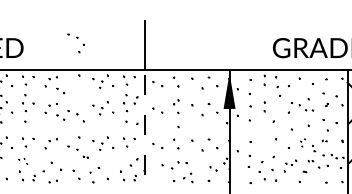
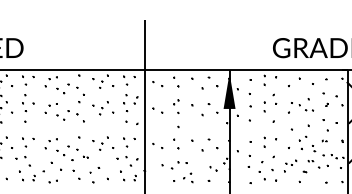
part at (75, 43) position: (75, 43) -> (75, 93)
part at (278, 90) position: (278, 90) -> (274, 98)
line at (144, 131): dashed -> solid
part at (264, 141): none -> present
part at (302, 142) size: 6x10 px -> 10x16 px
part at (64, 155): none -> present
part at (121, 157): none -> present
part at (23, 161) size: 11x7 px -> 16x11 px
